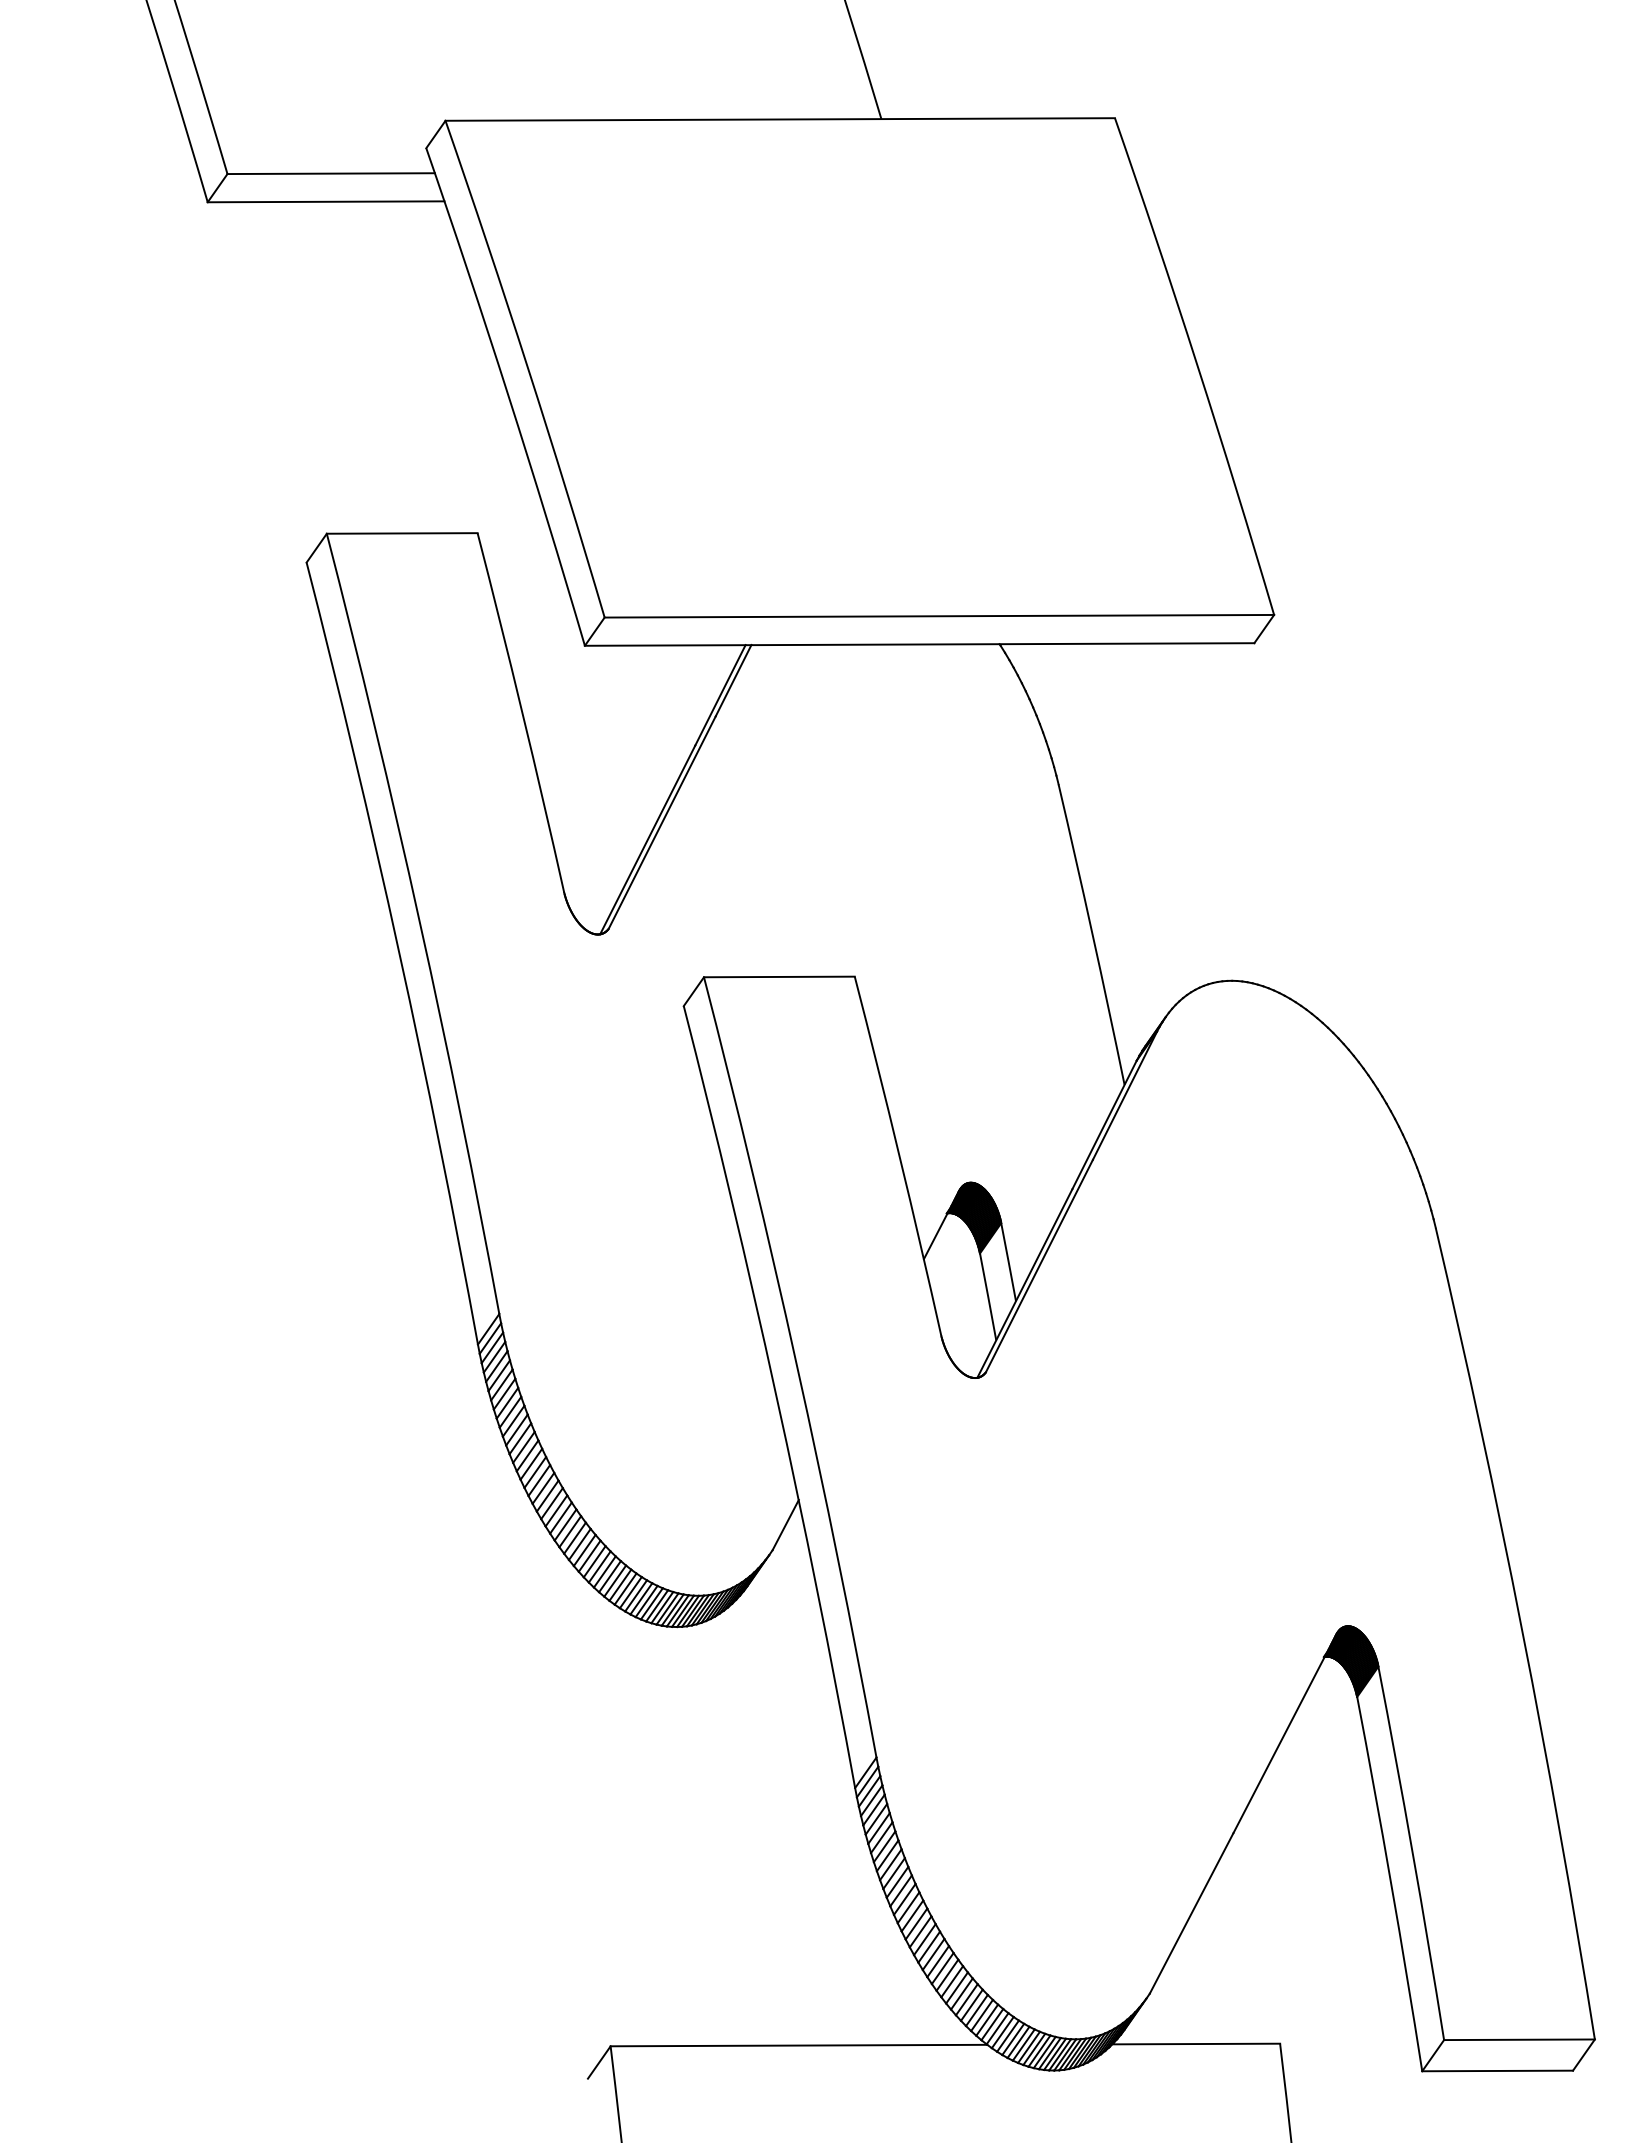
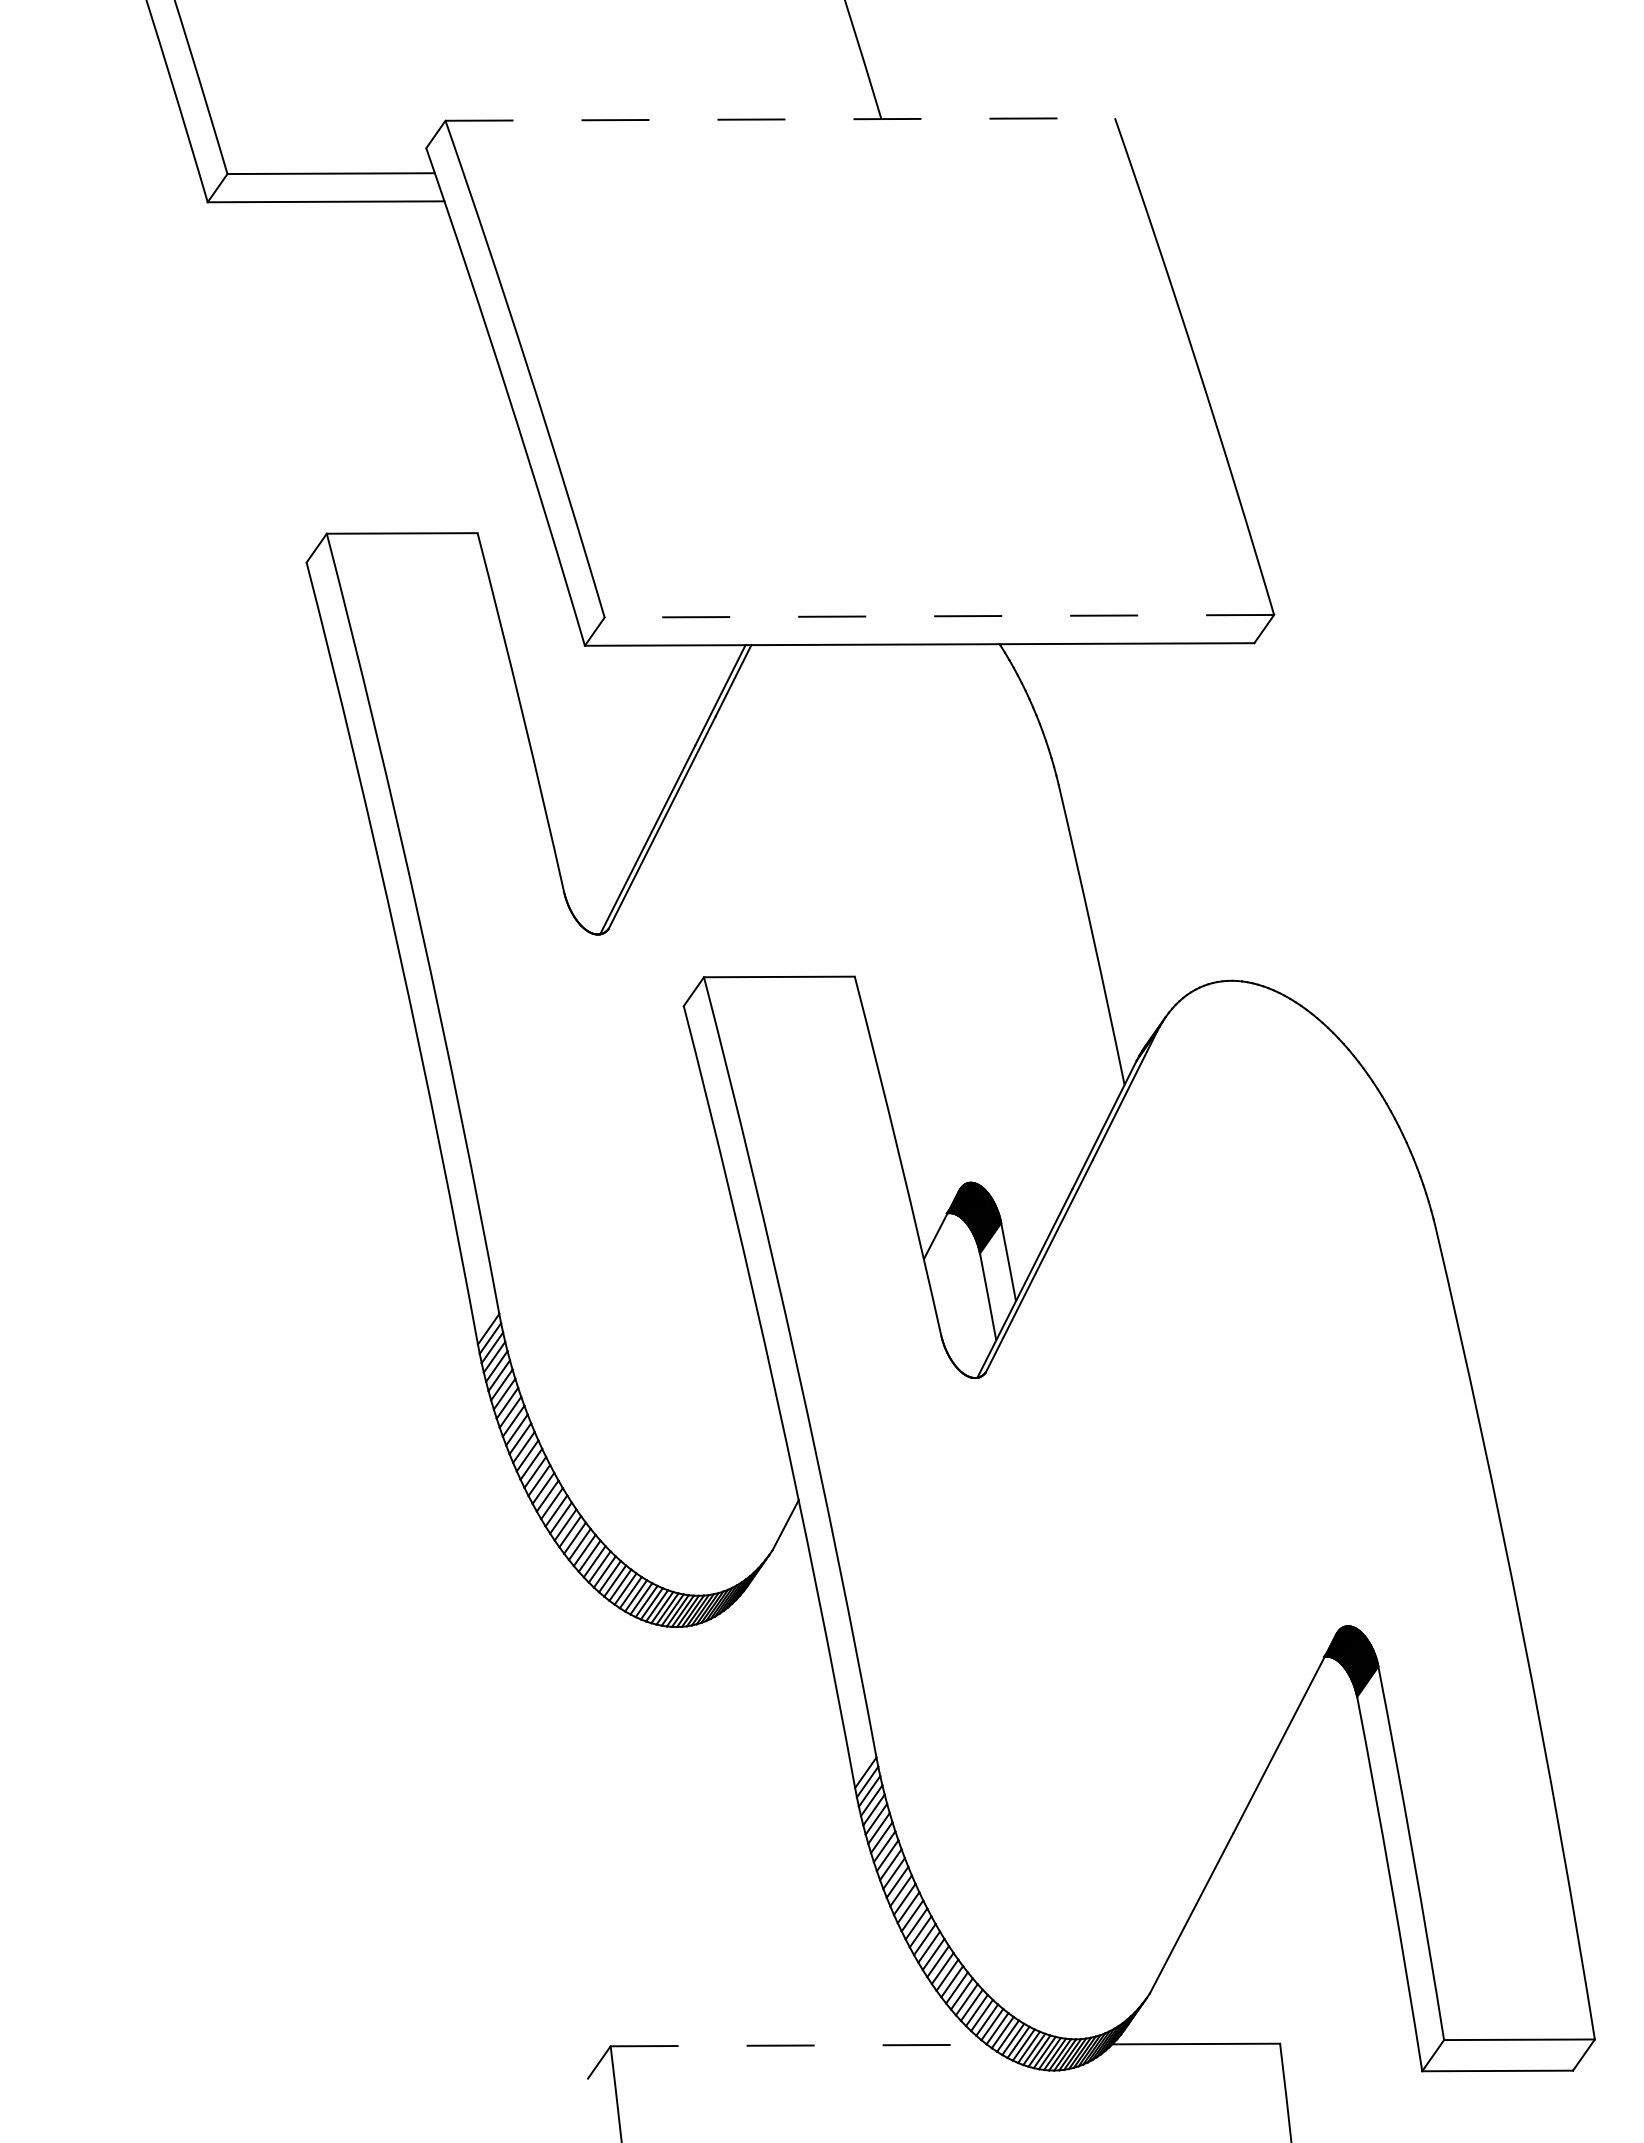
line at (780, 119): solid -> dashed
line at (939, 616): solid -> dashed
line at (799, 2045): solid -> dashed
